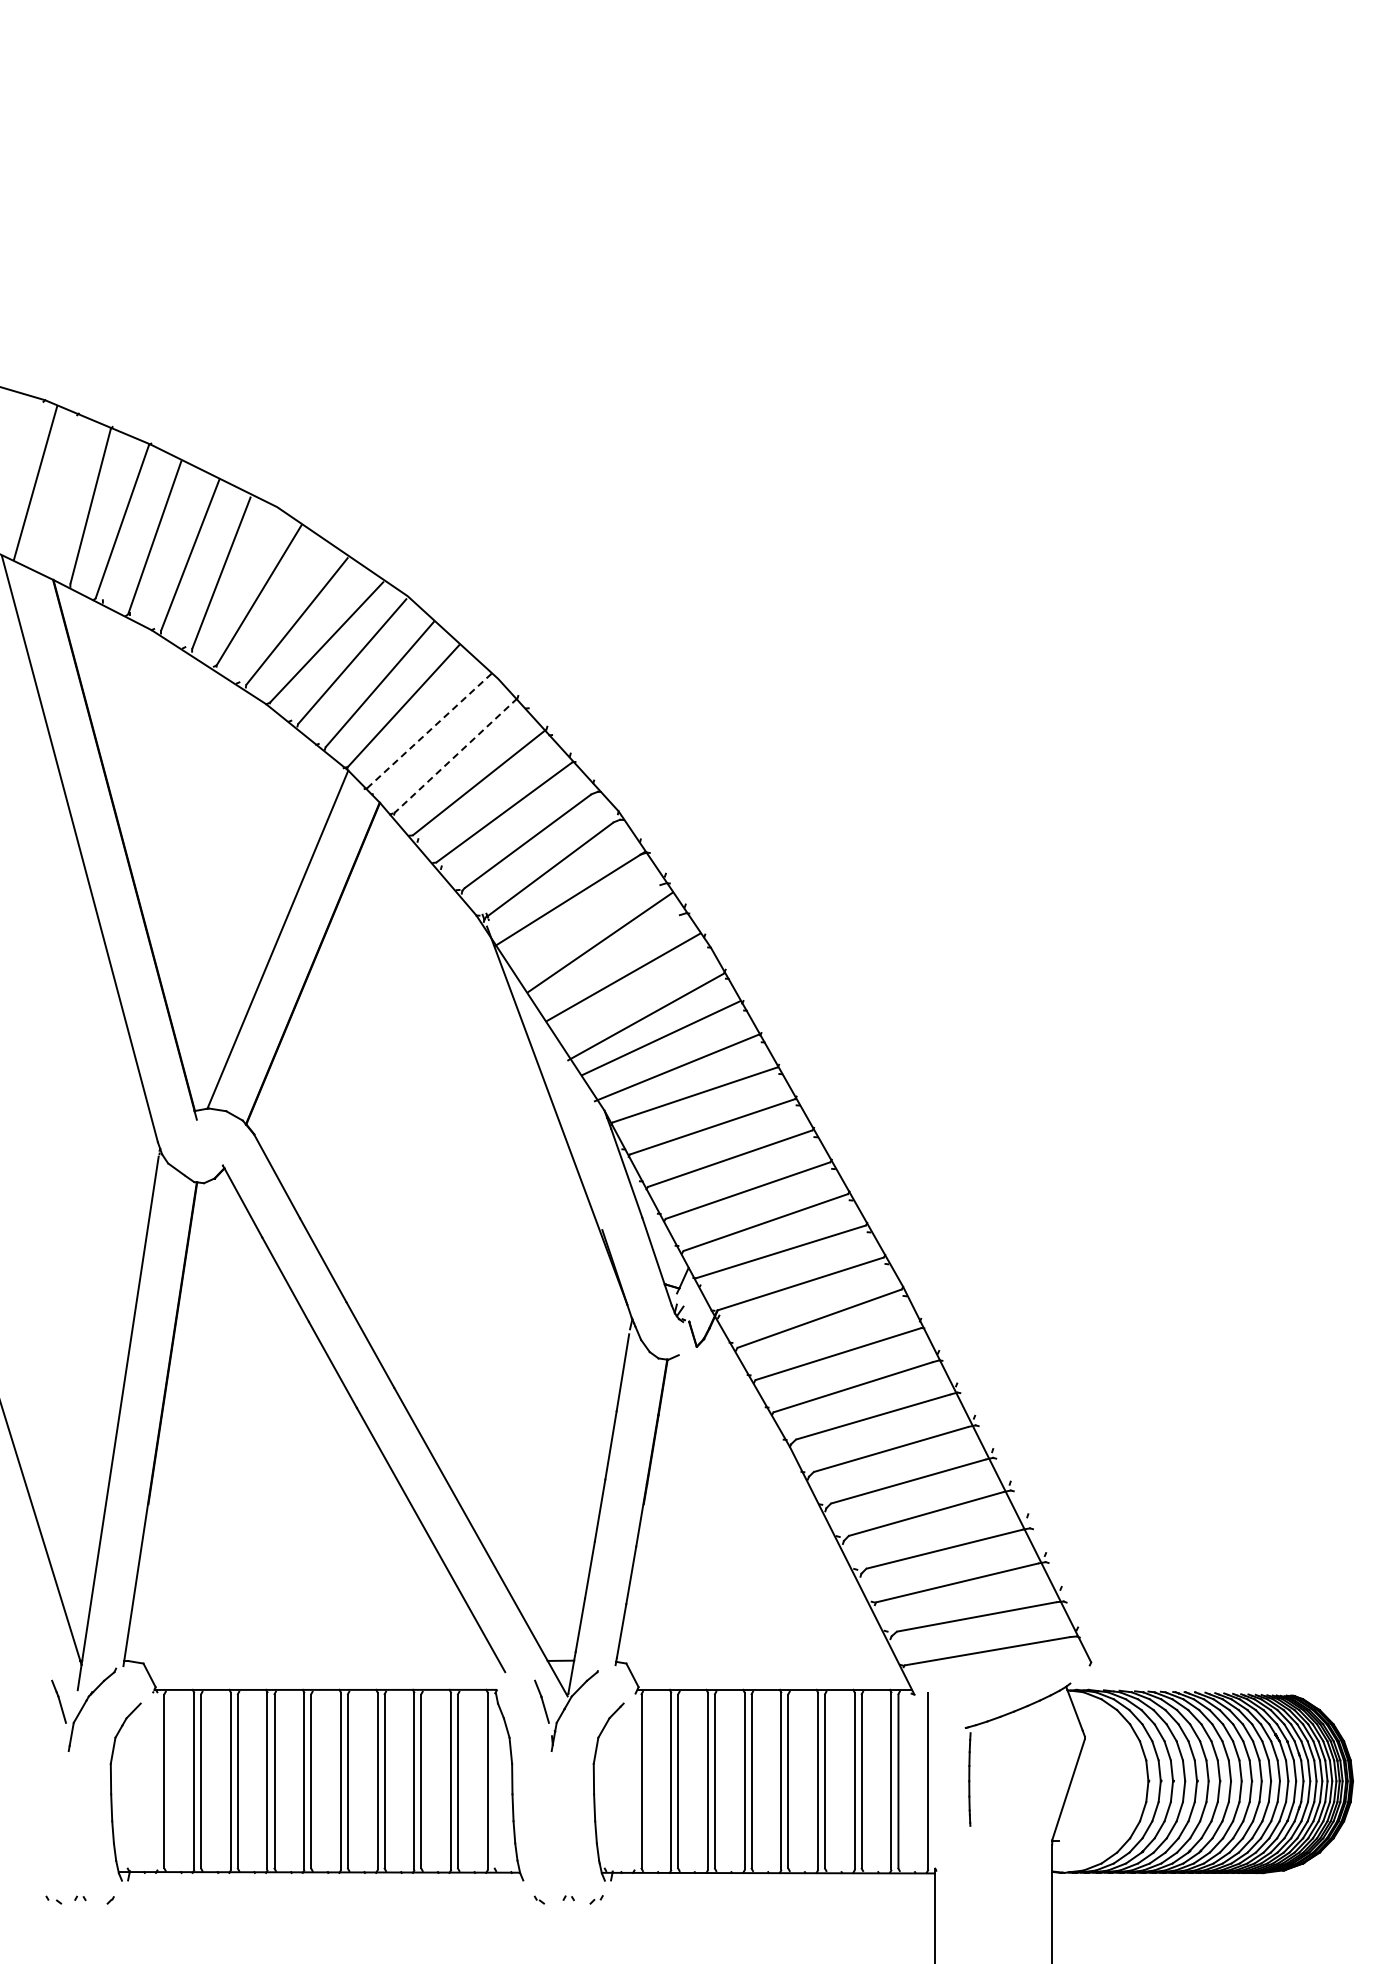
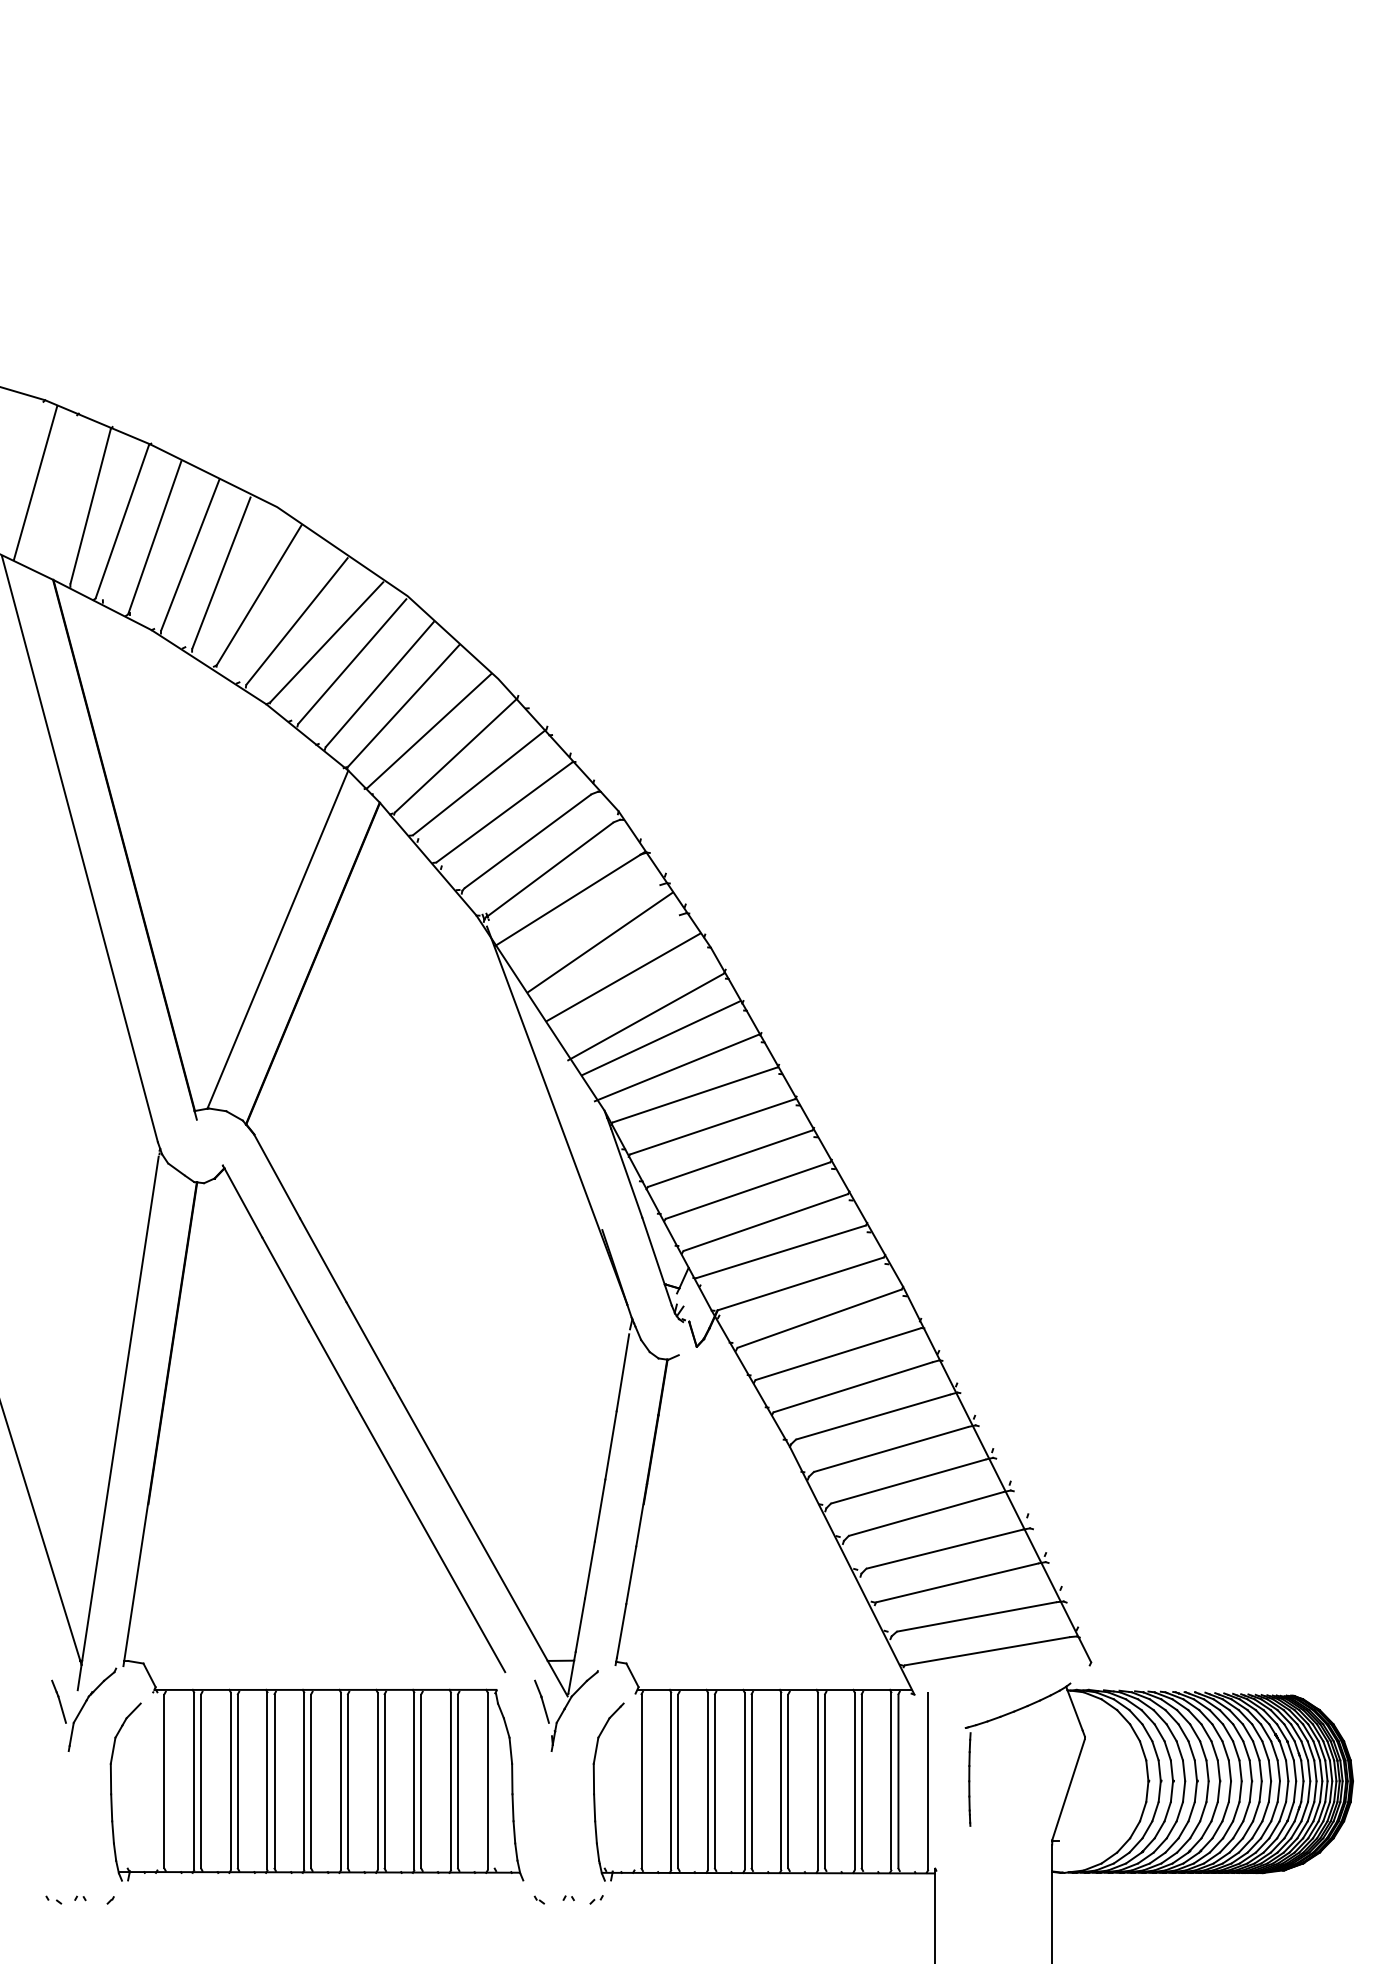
line at (429, 730): dashed -> solid
line at (456, 755): dashed -> solid
